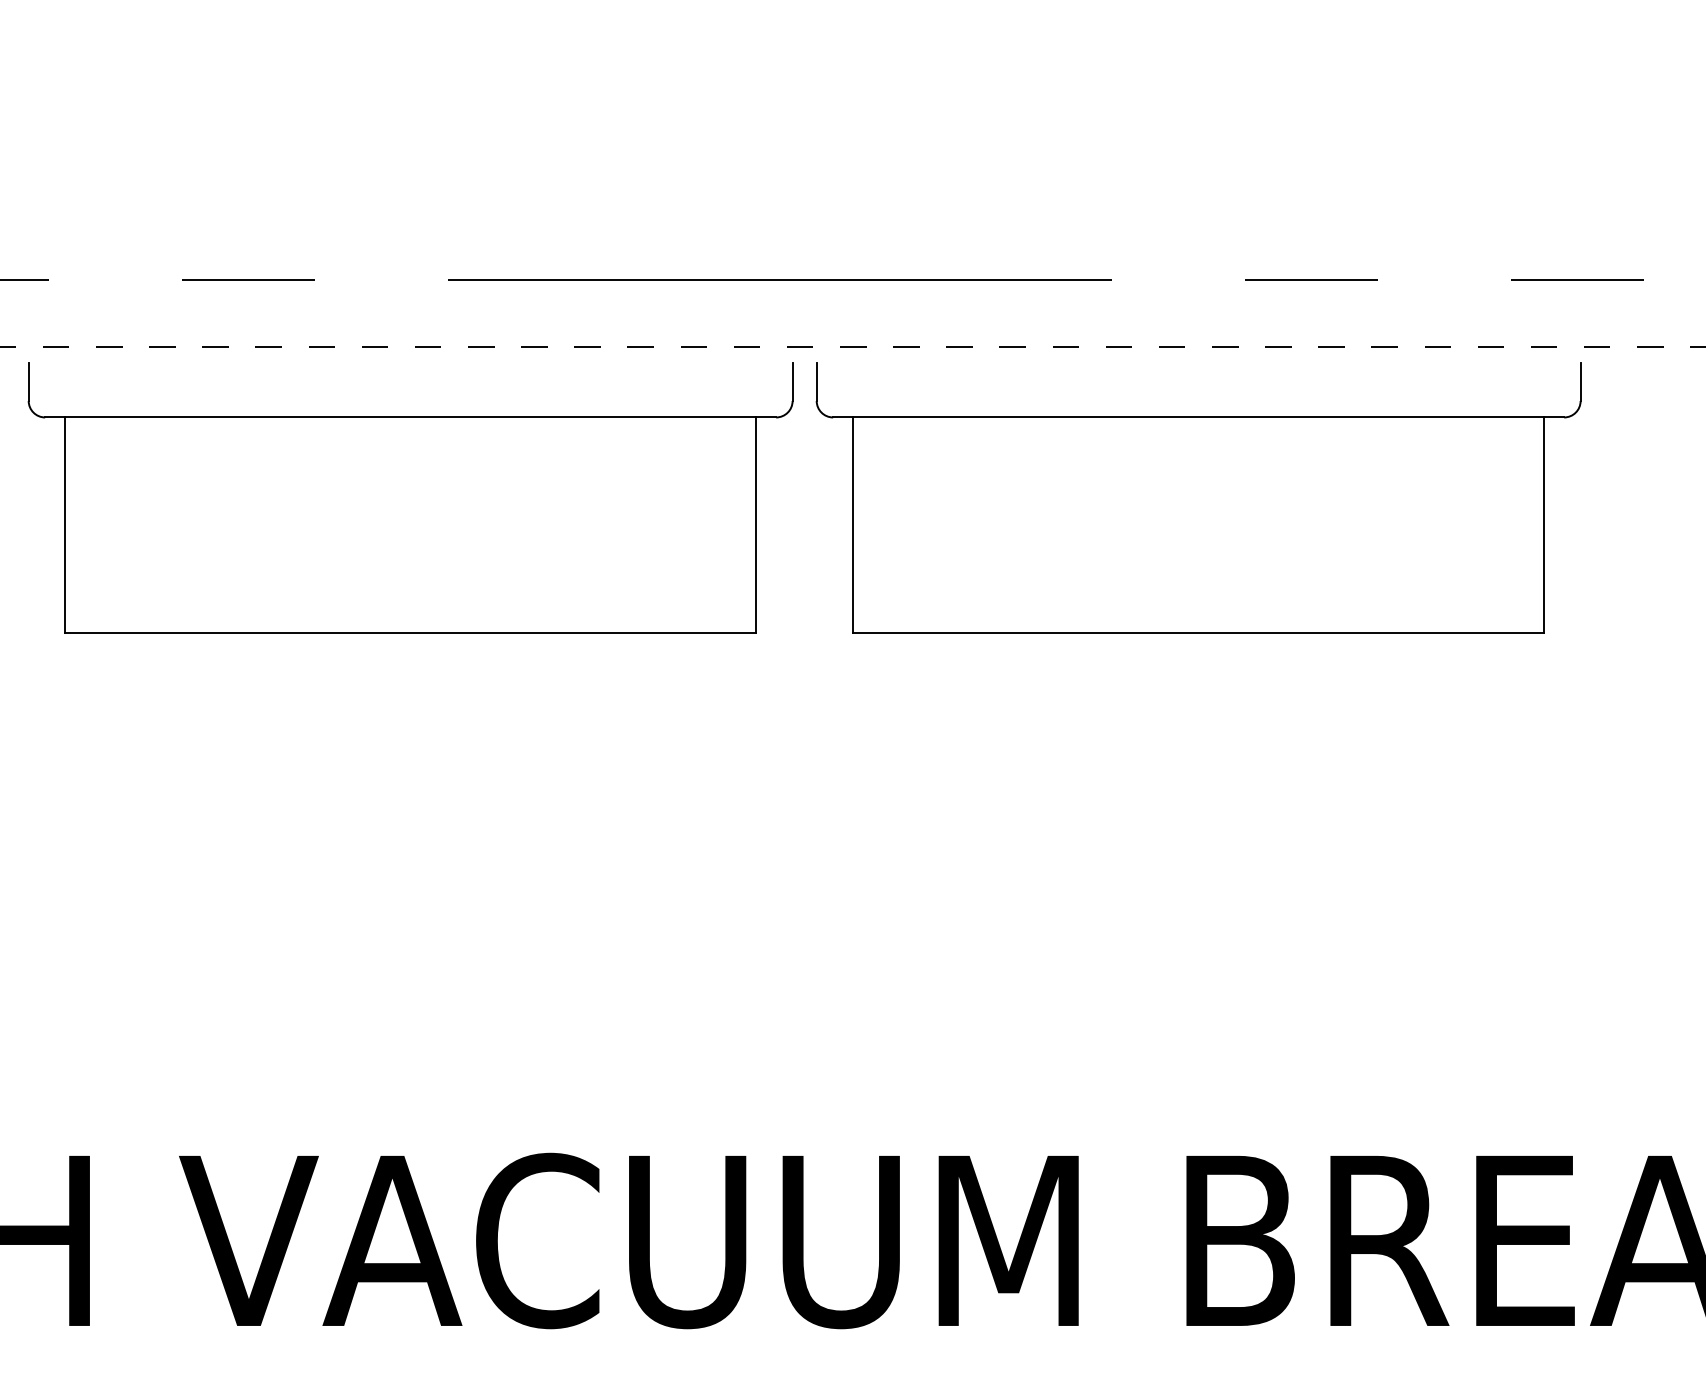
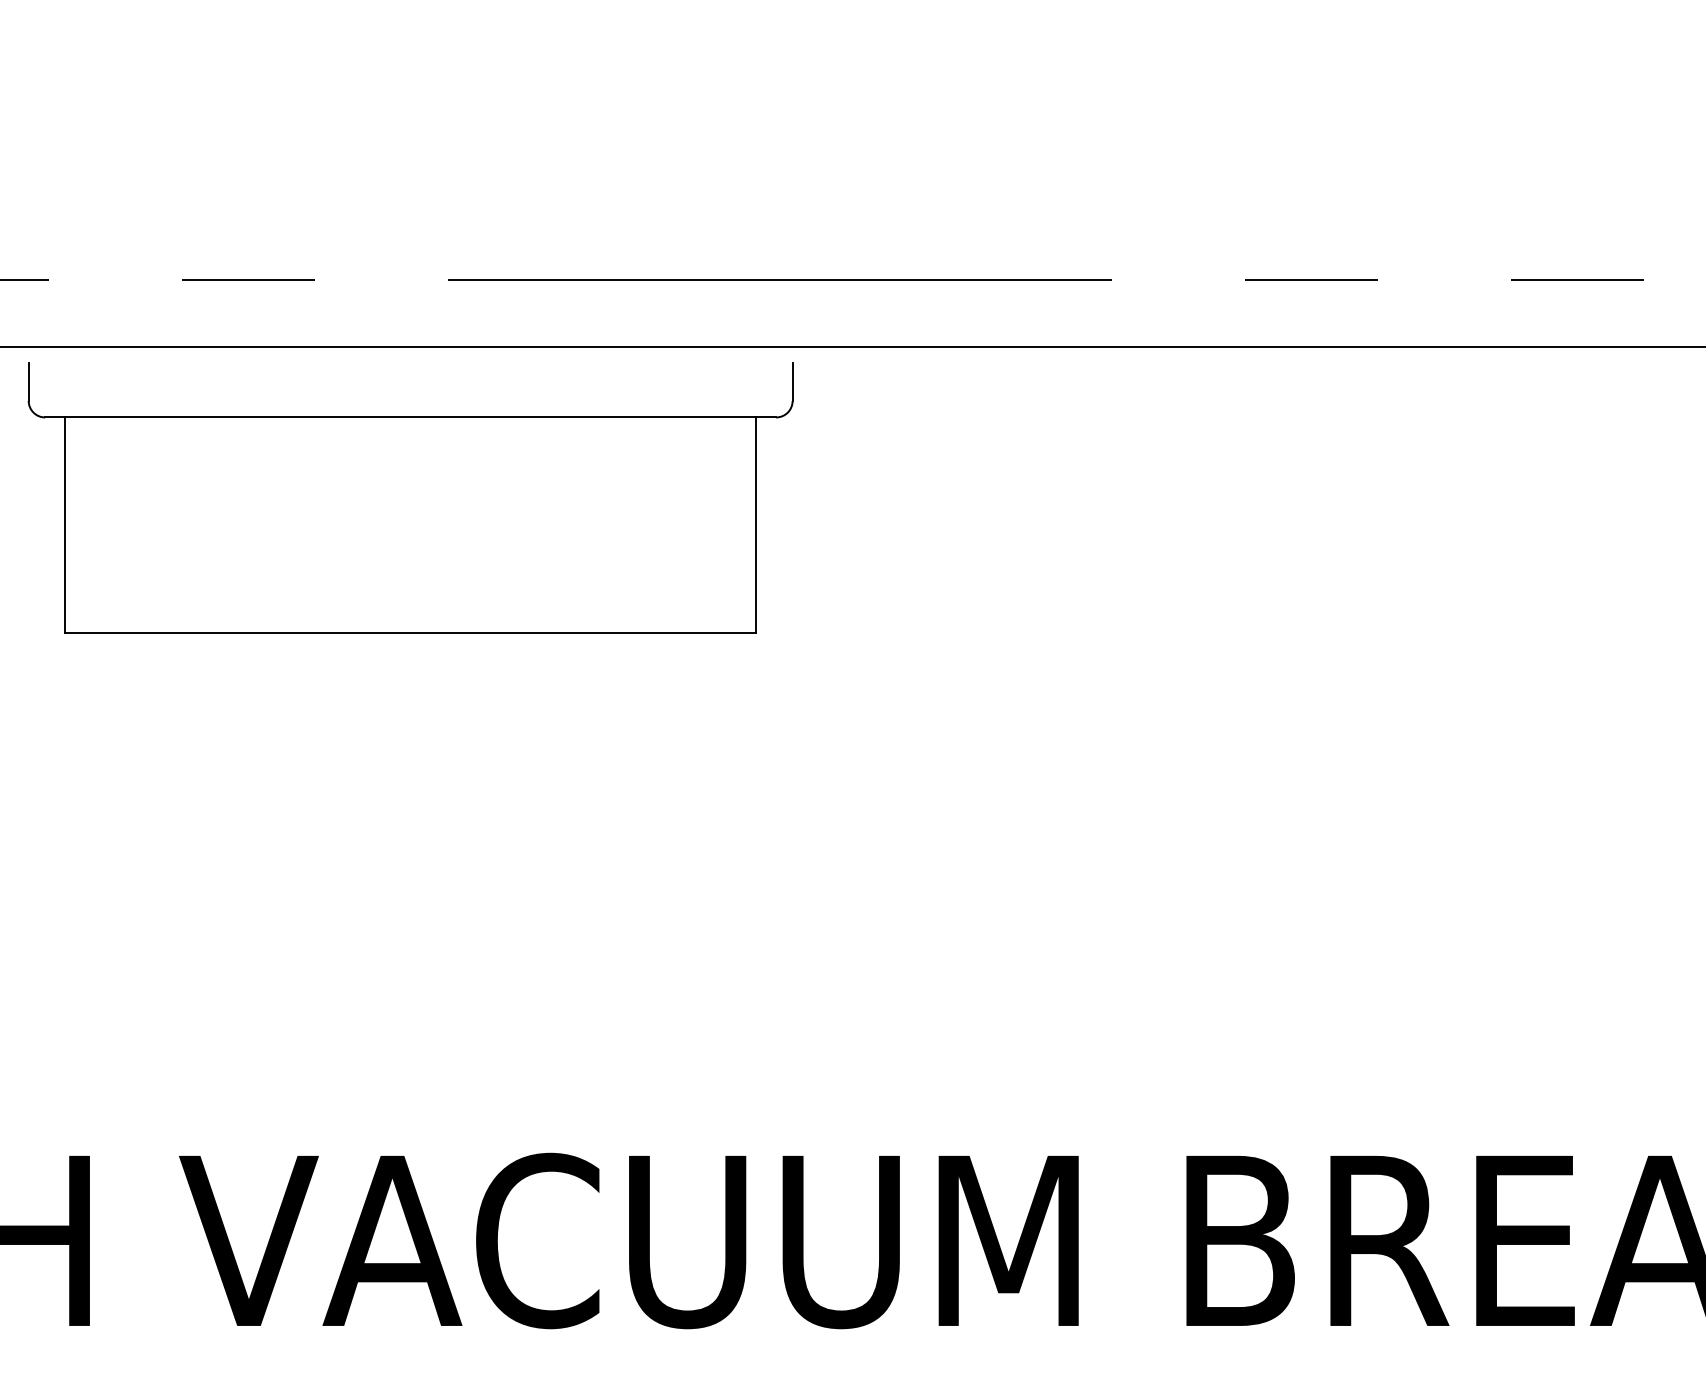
line at (853, 346): dashed -> solid
part at (1198, 497): present -> none
